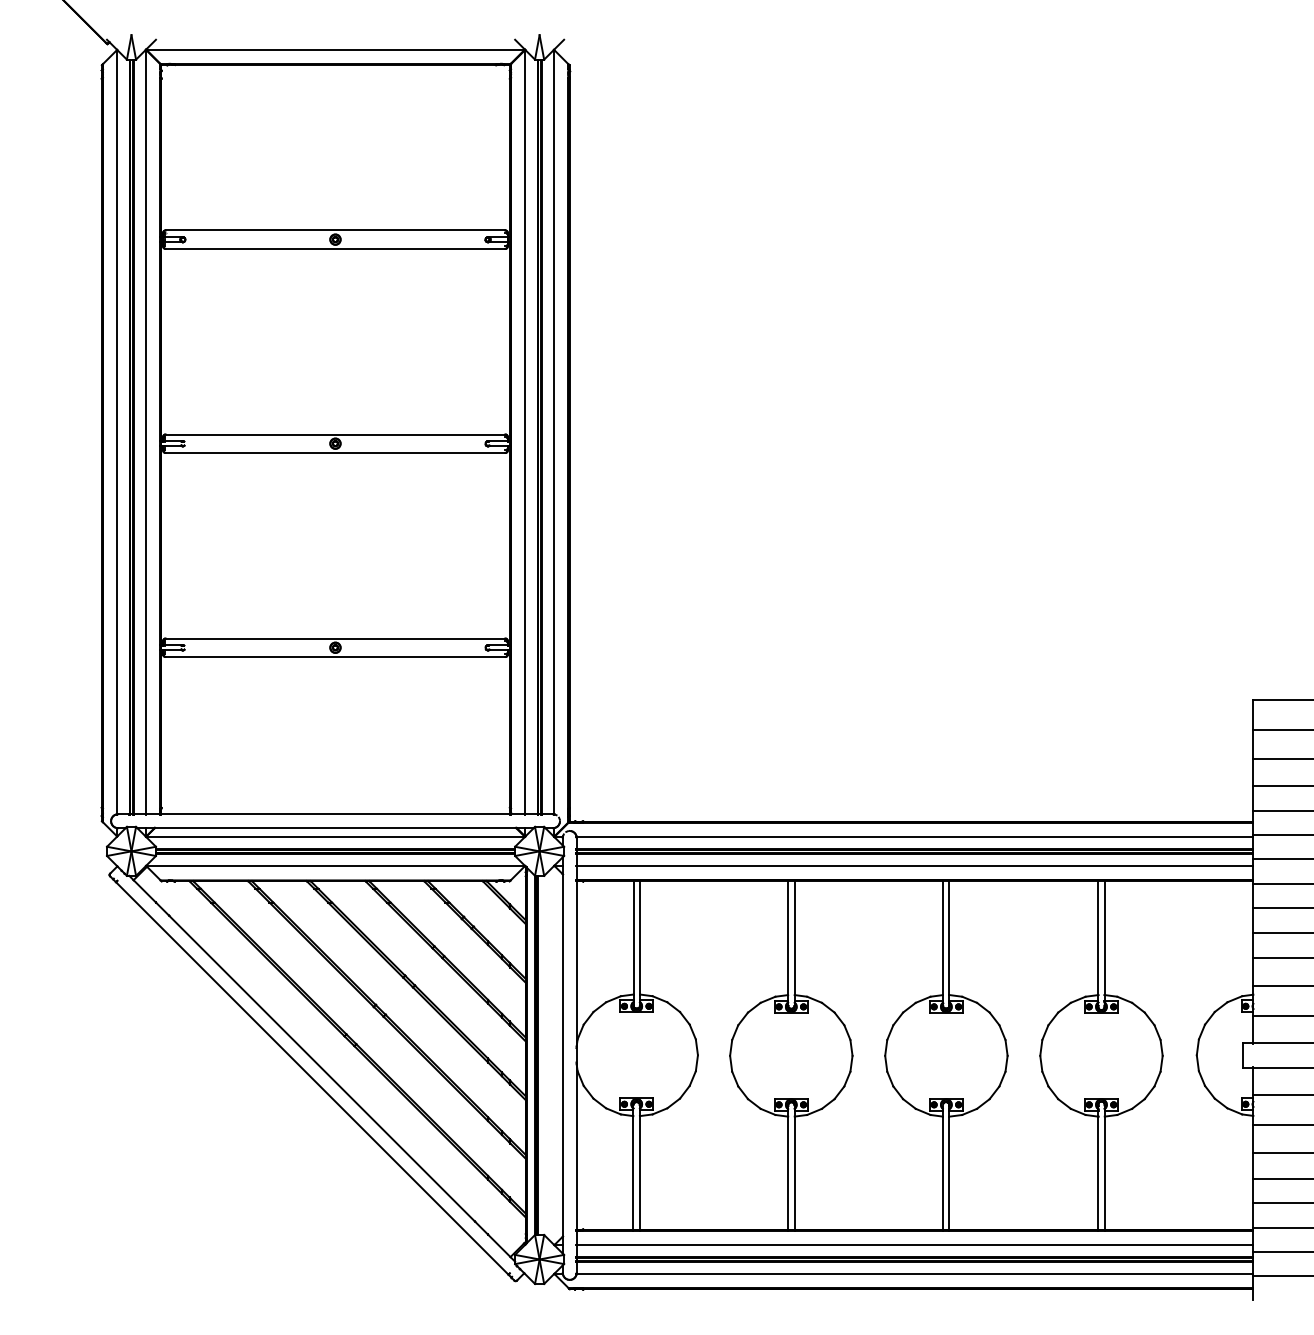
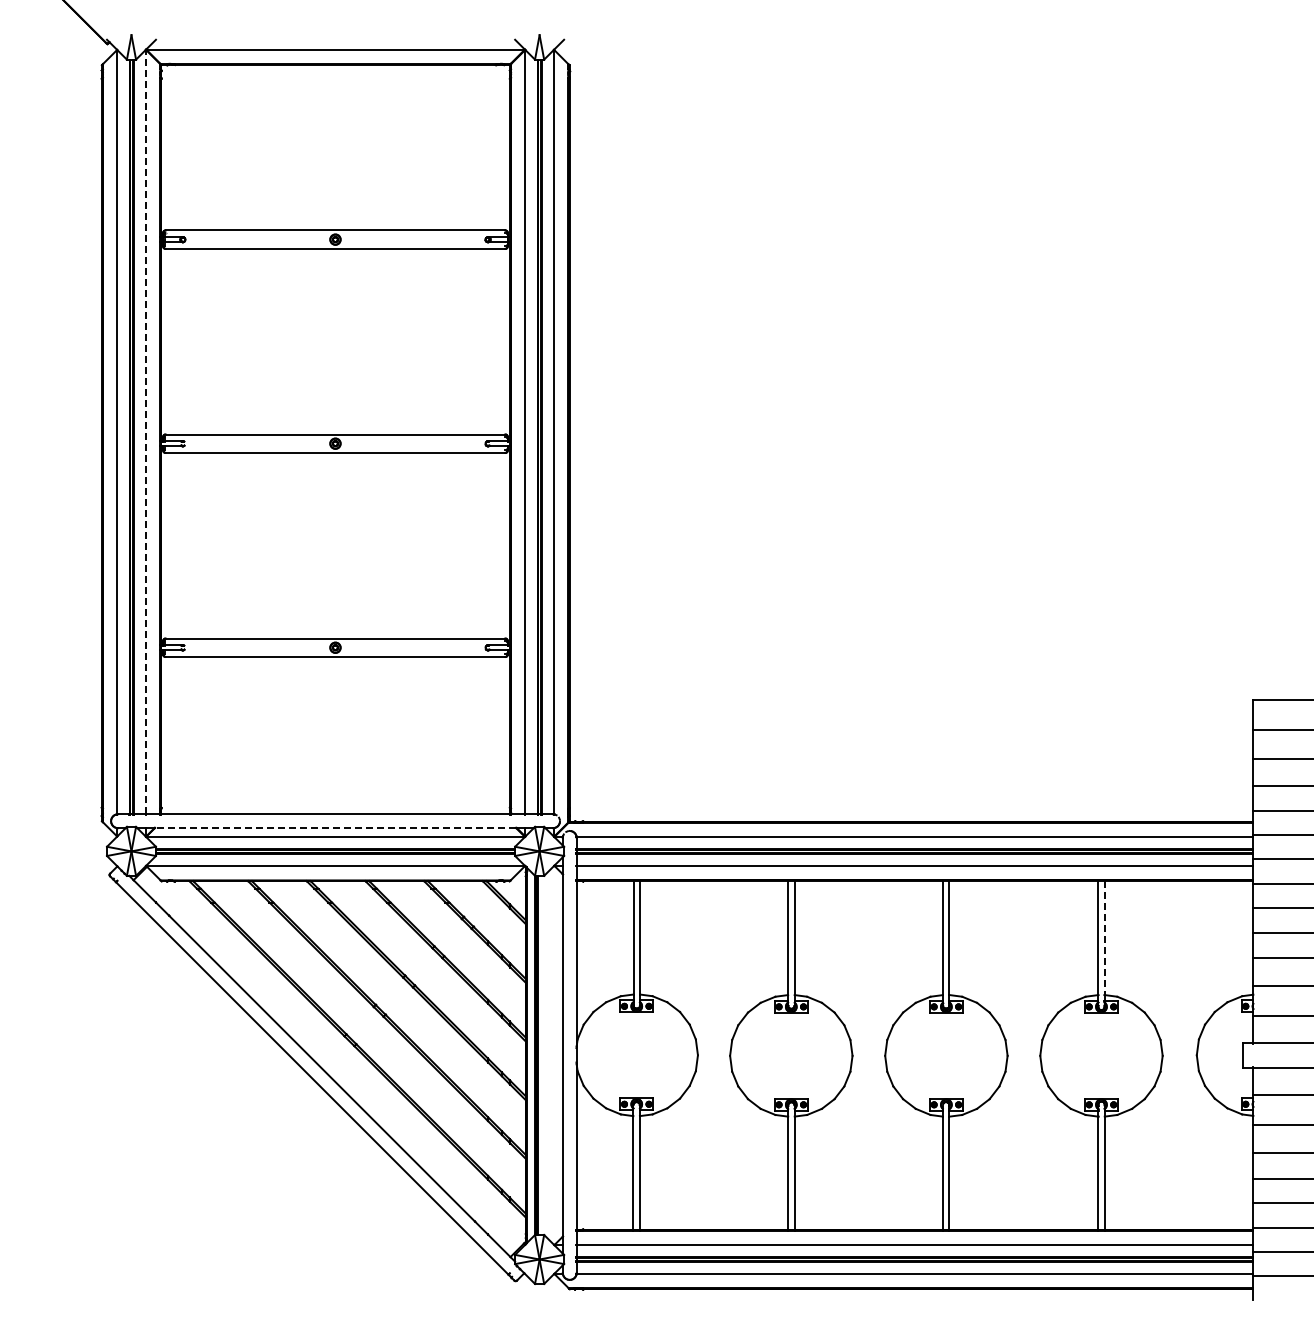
line at (146, 431): solid -> dashed
line at (335, 828): solid -> dashed
line at (1104, 938): solid -> dashed
